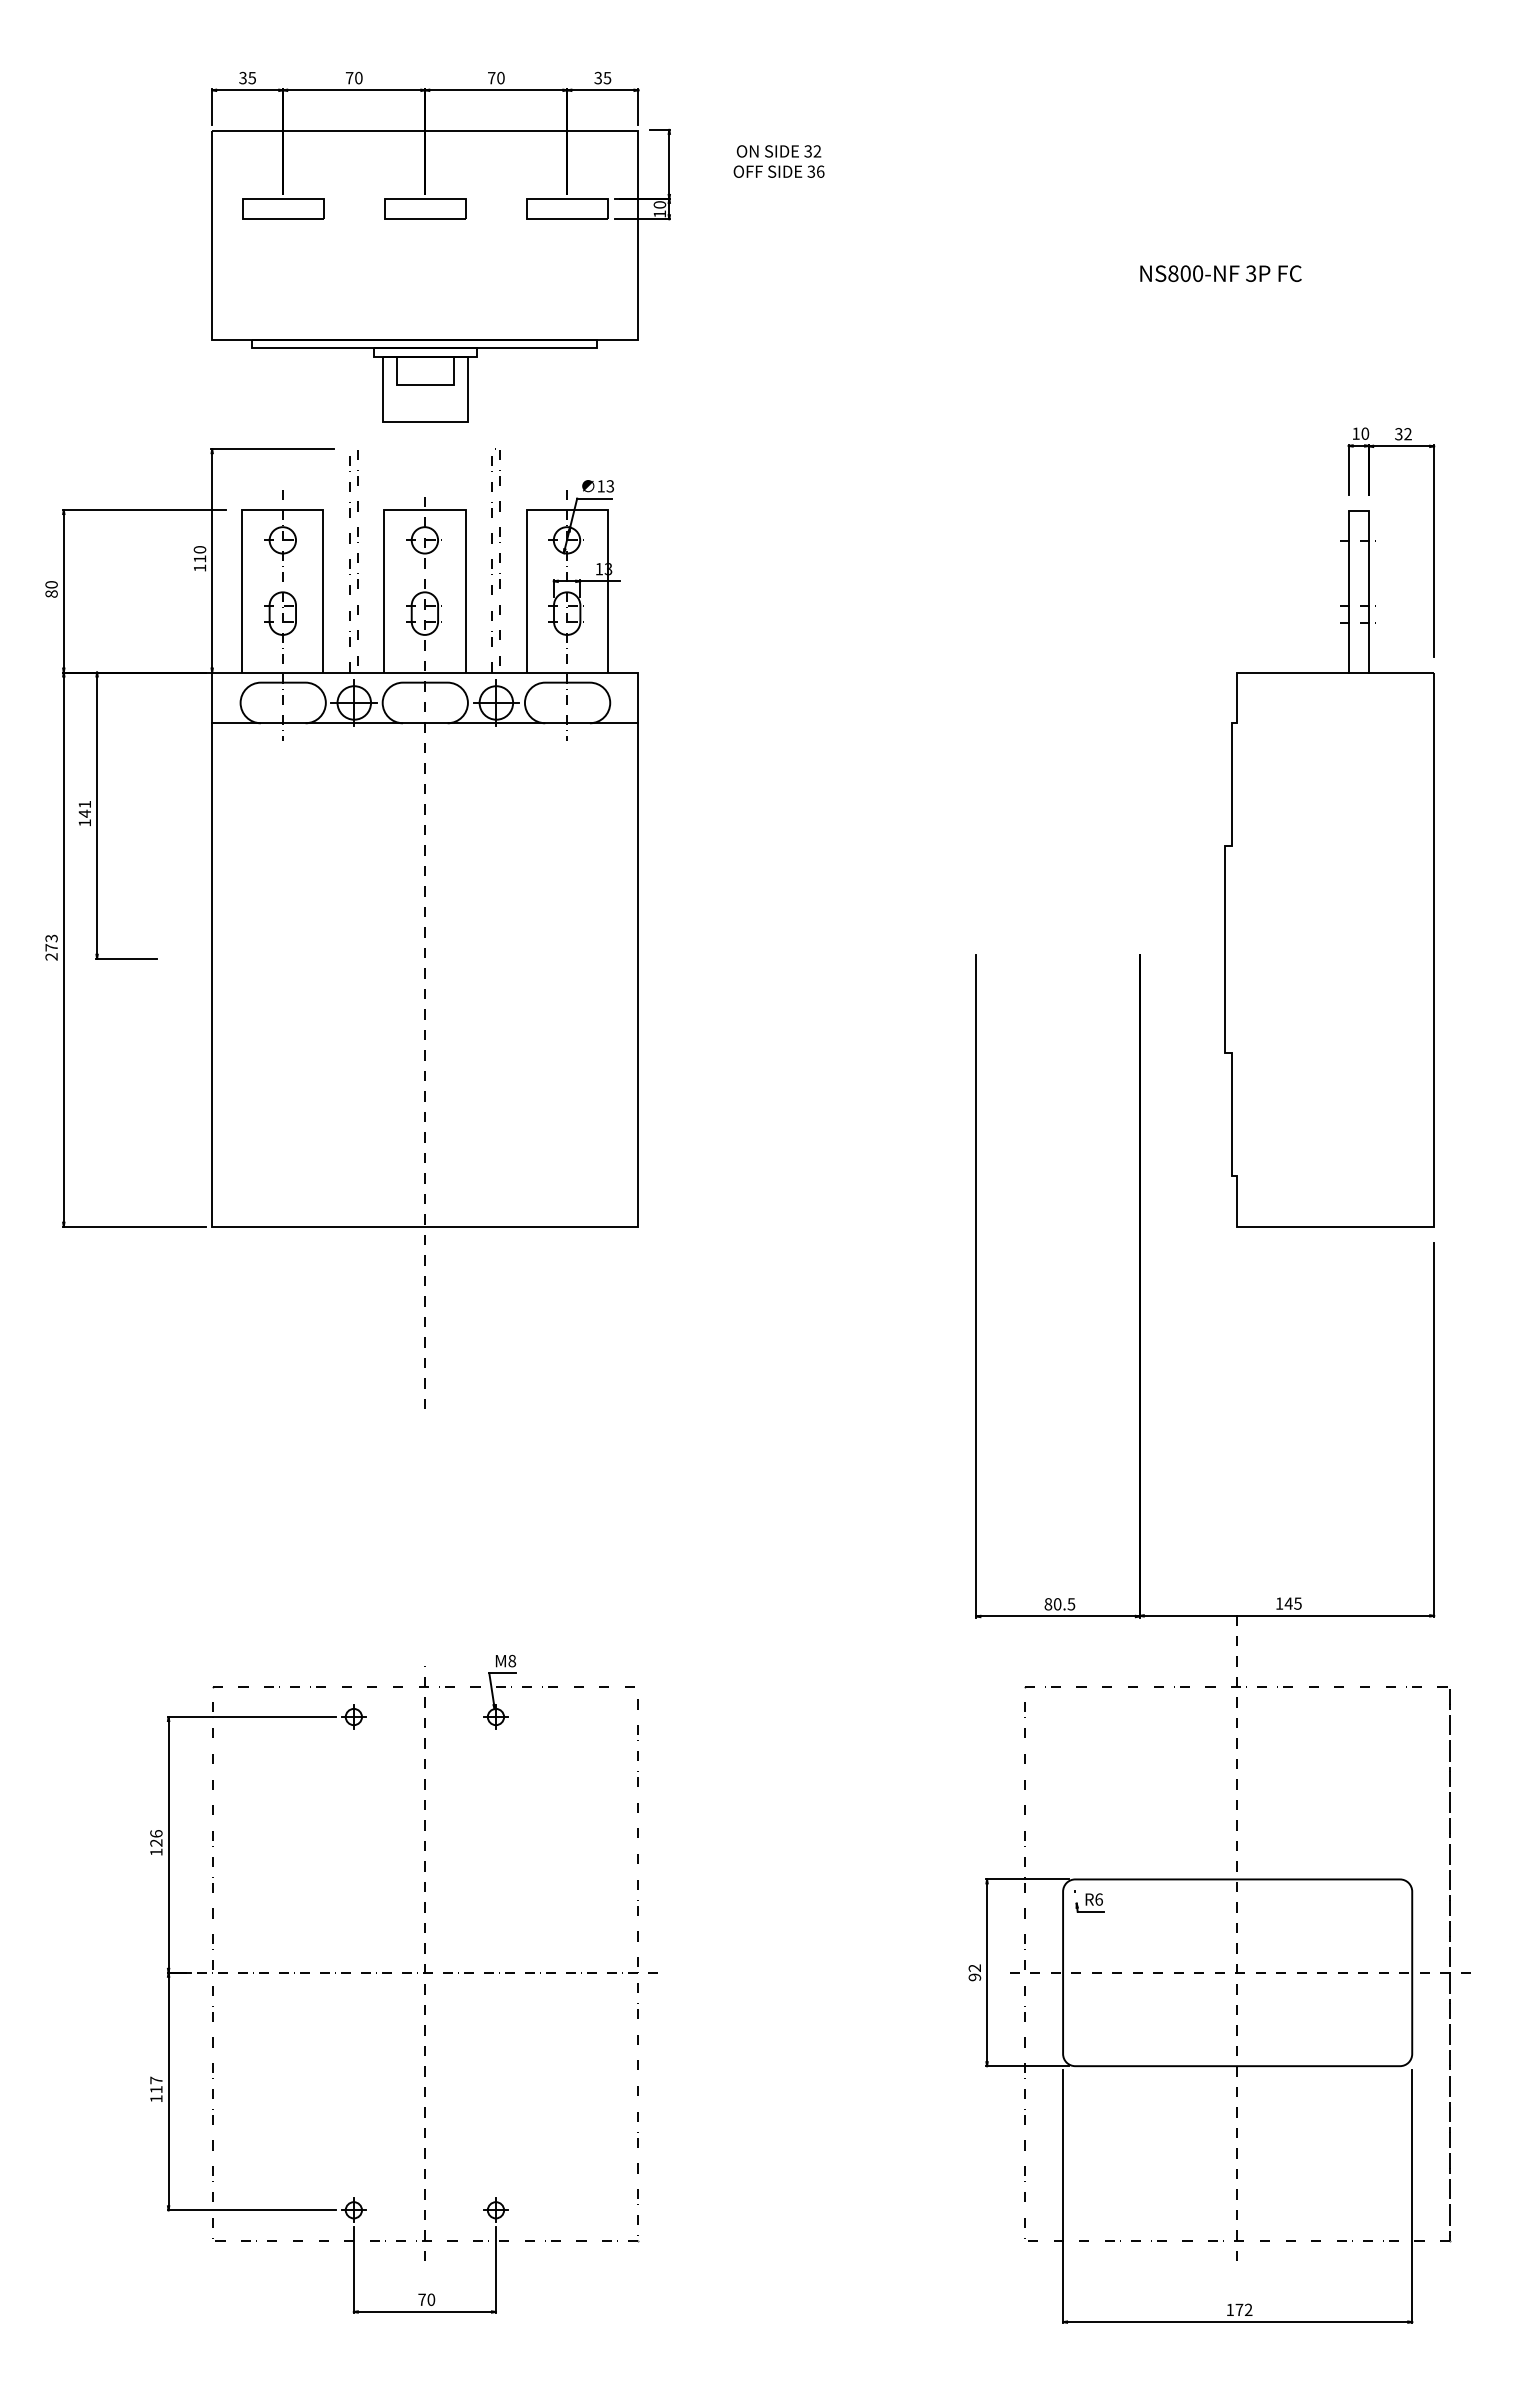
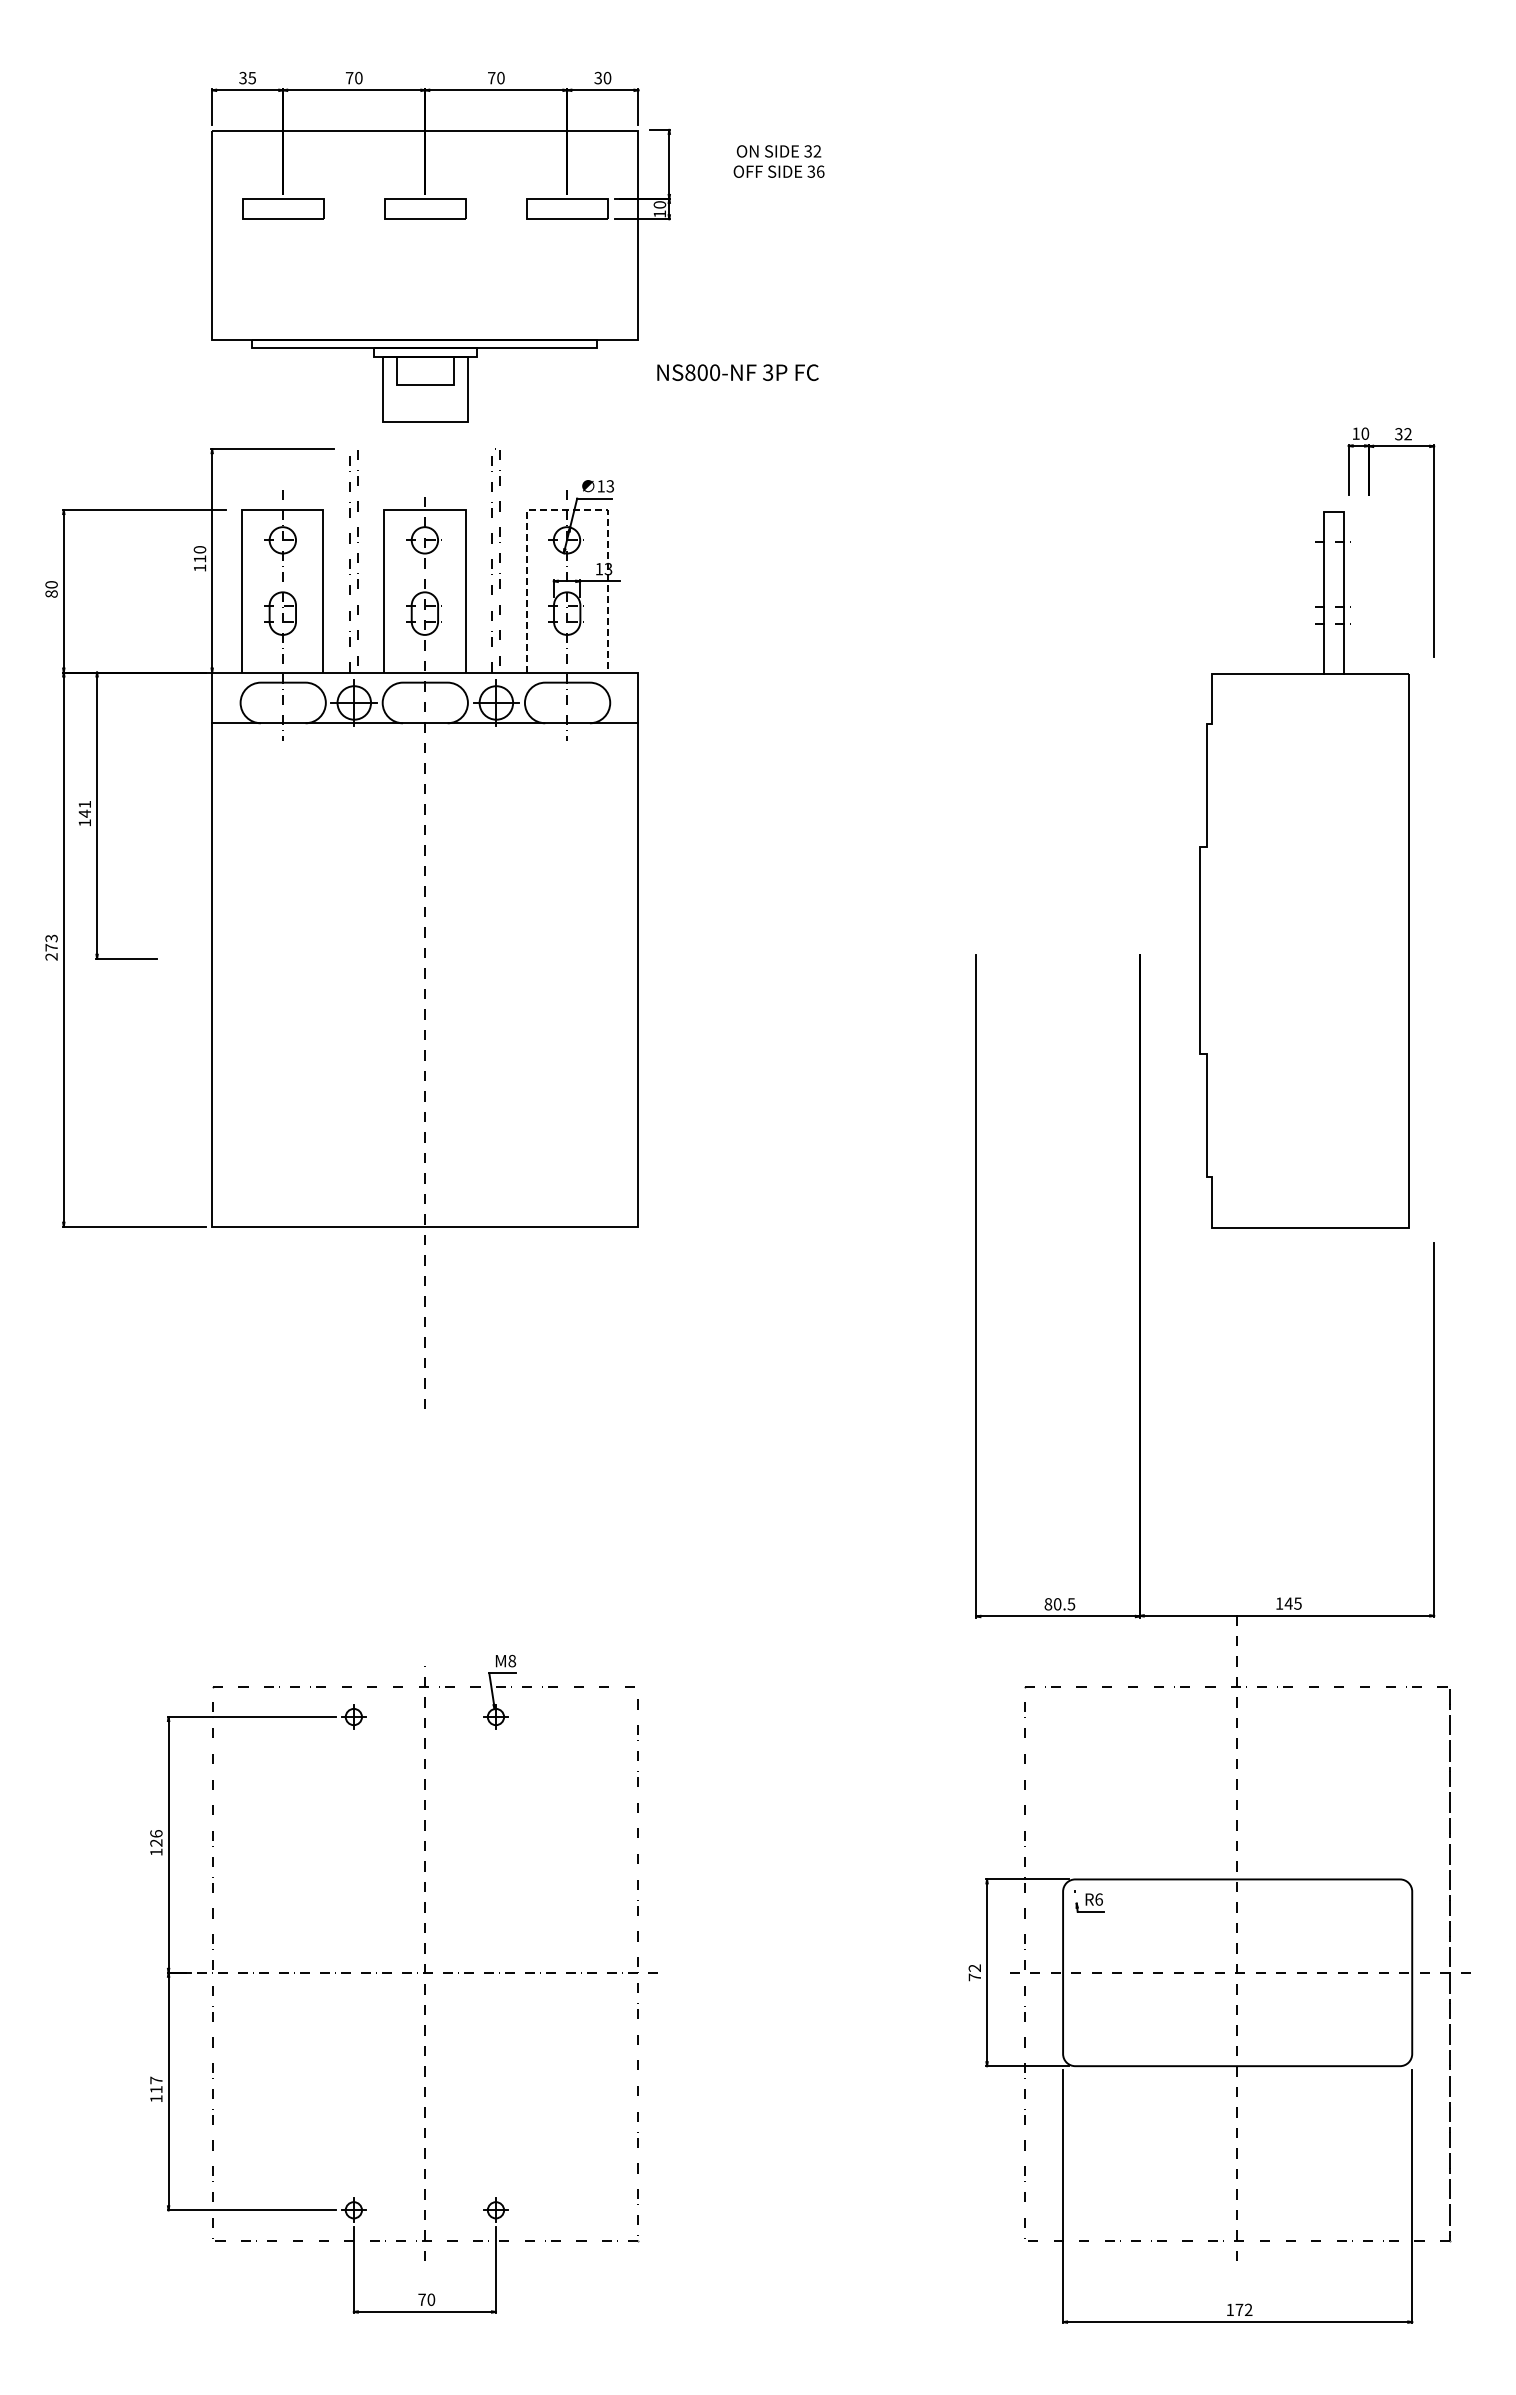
text at (607, 77): 35 -> 30
text at (1220, 273) position: (1220, 273) -> (737, 372)
line at (567, 509): solid -> dashed
part at (1329, 868) position: (1329, 868) -> (1304, 869)
text at (974, 1977): 92 -> 72
